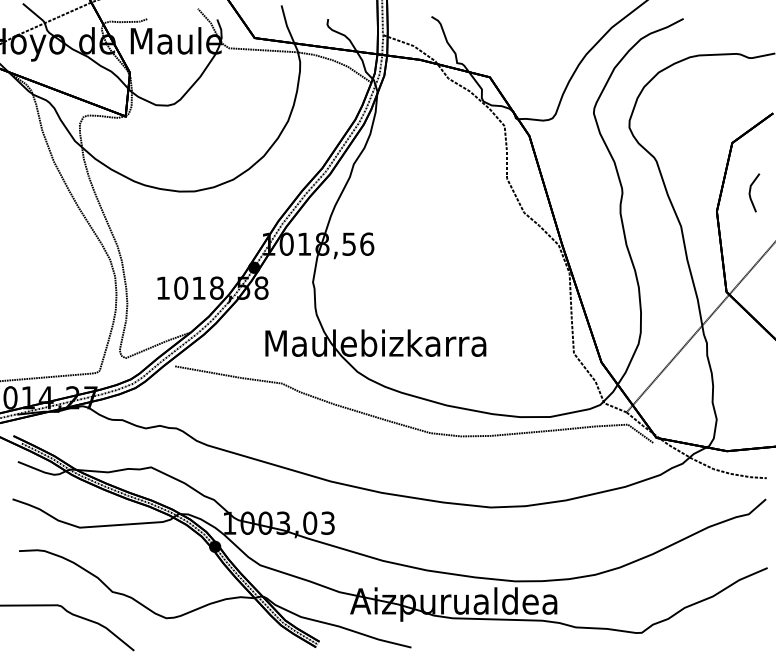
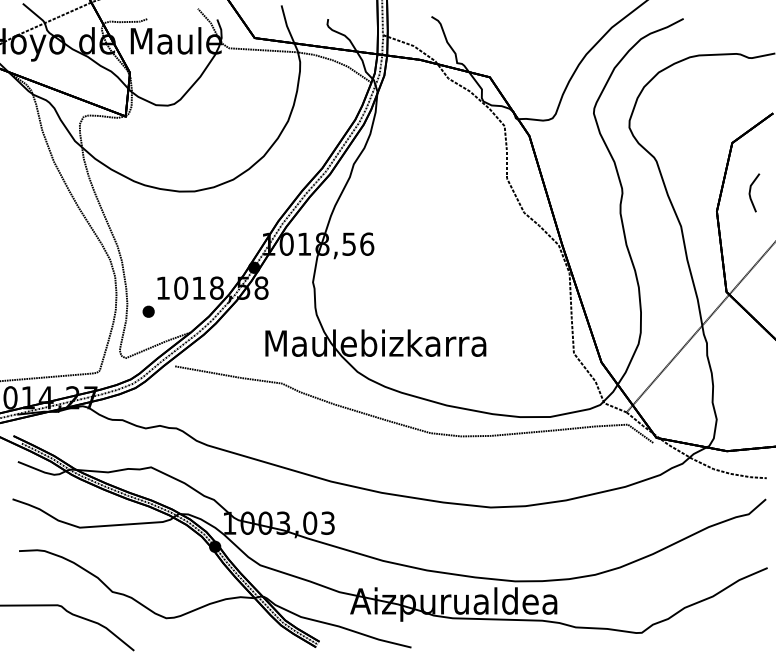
part at (148, 311): none -> present
